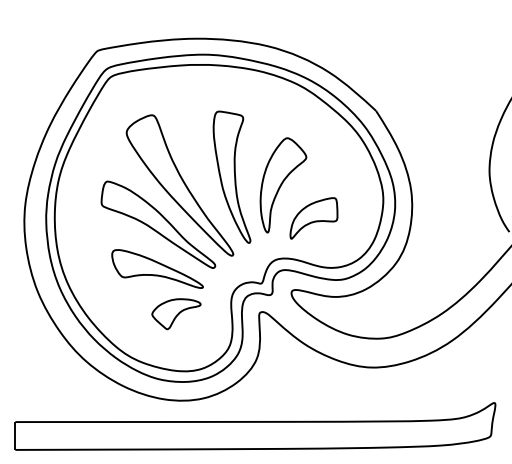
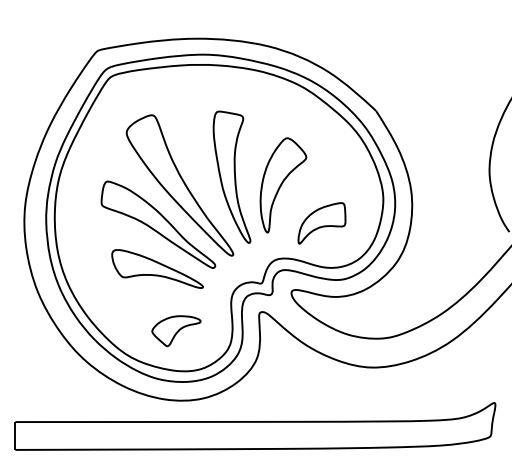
part at (313, 218) position: (313, 218) -> (321, 223)
part at (176, 314) position: (176, 314) -> (176, 331)
